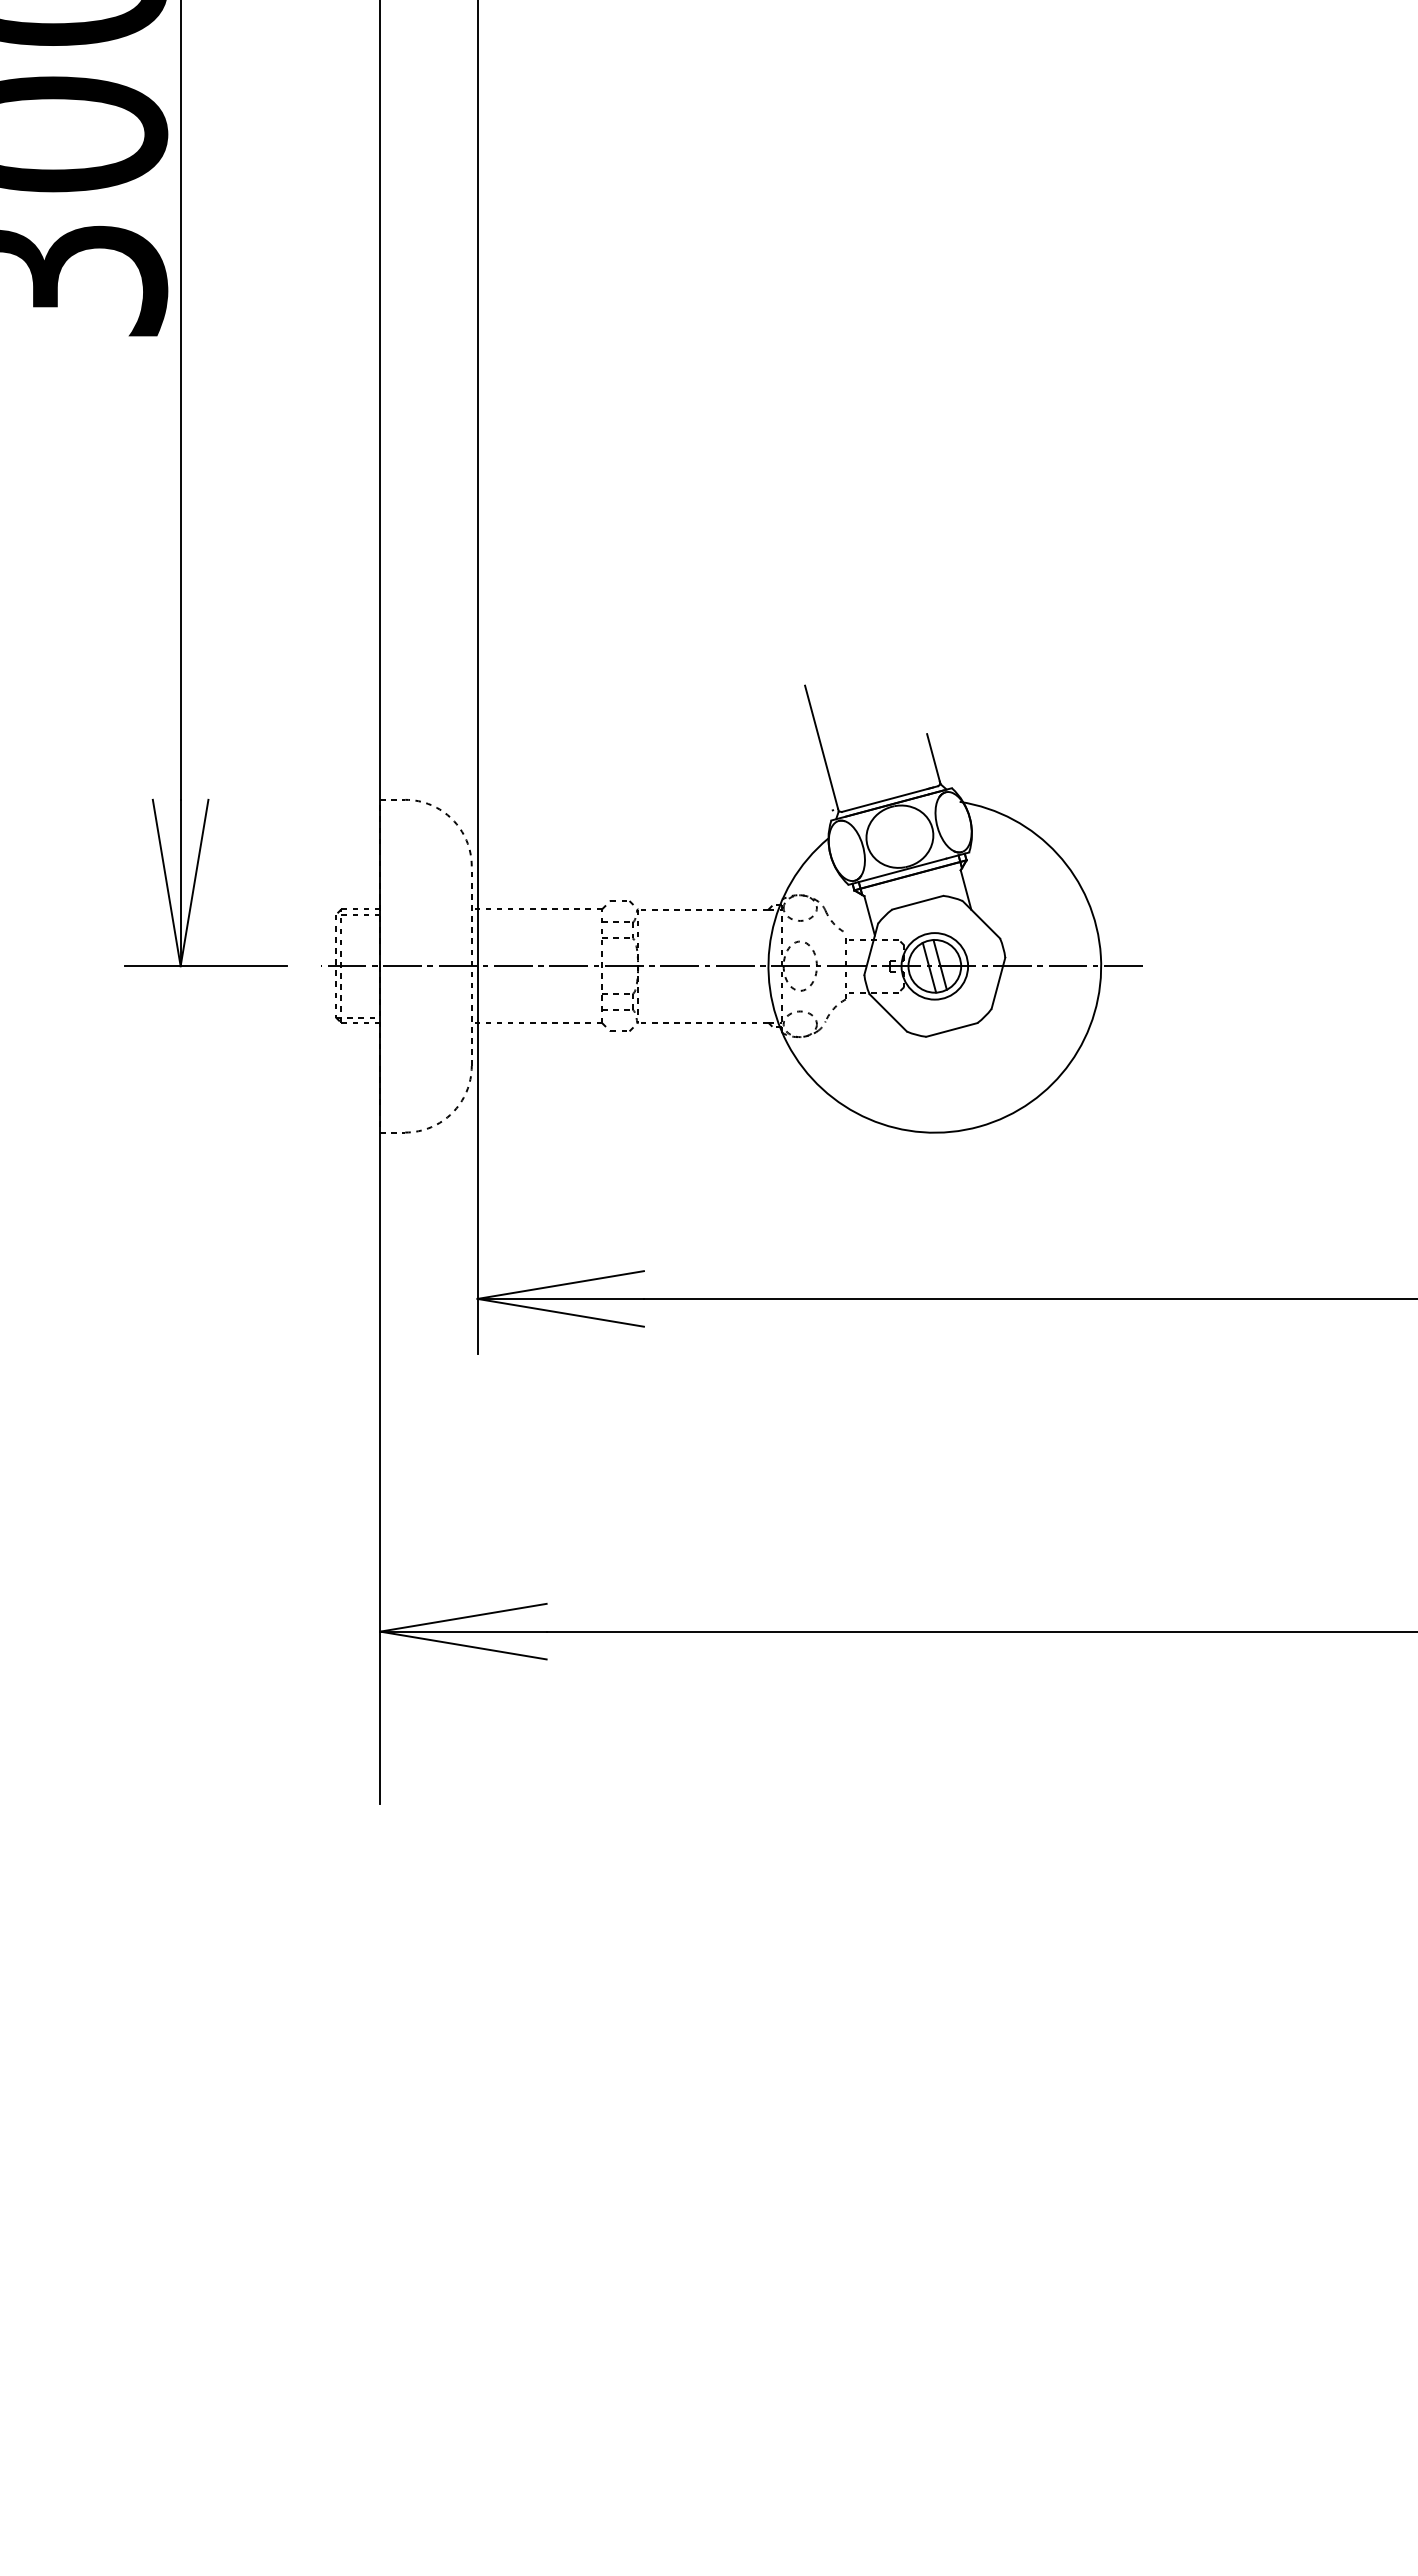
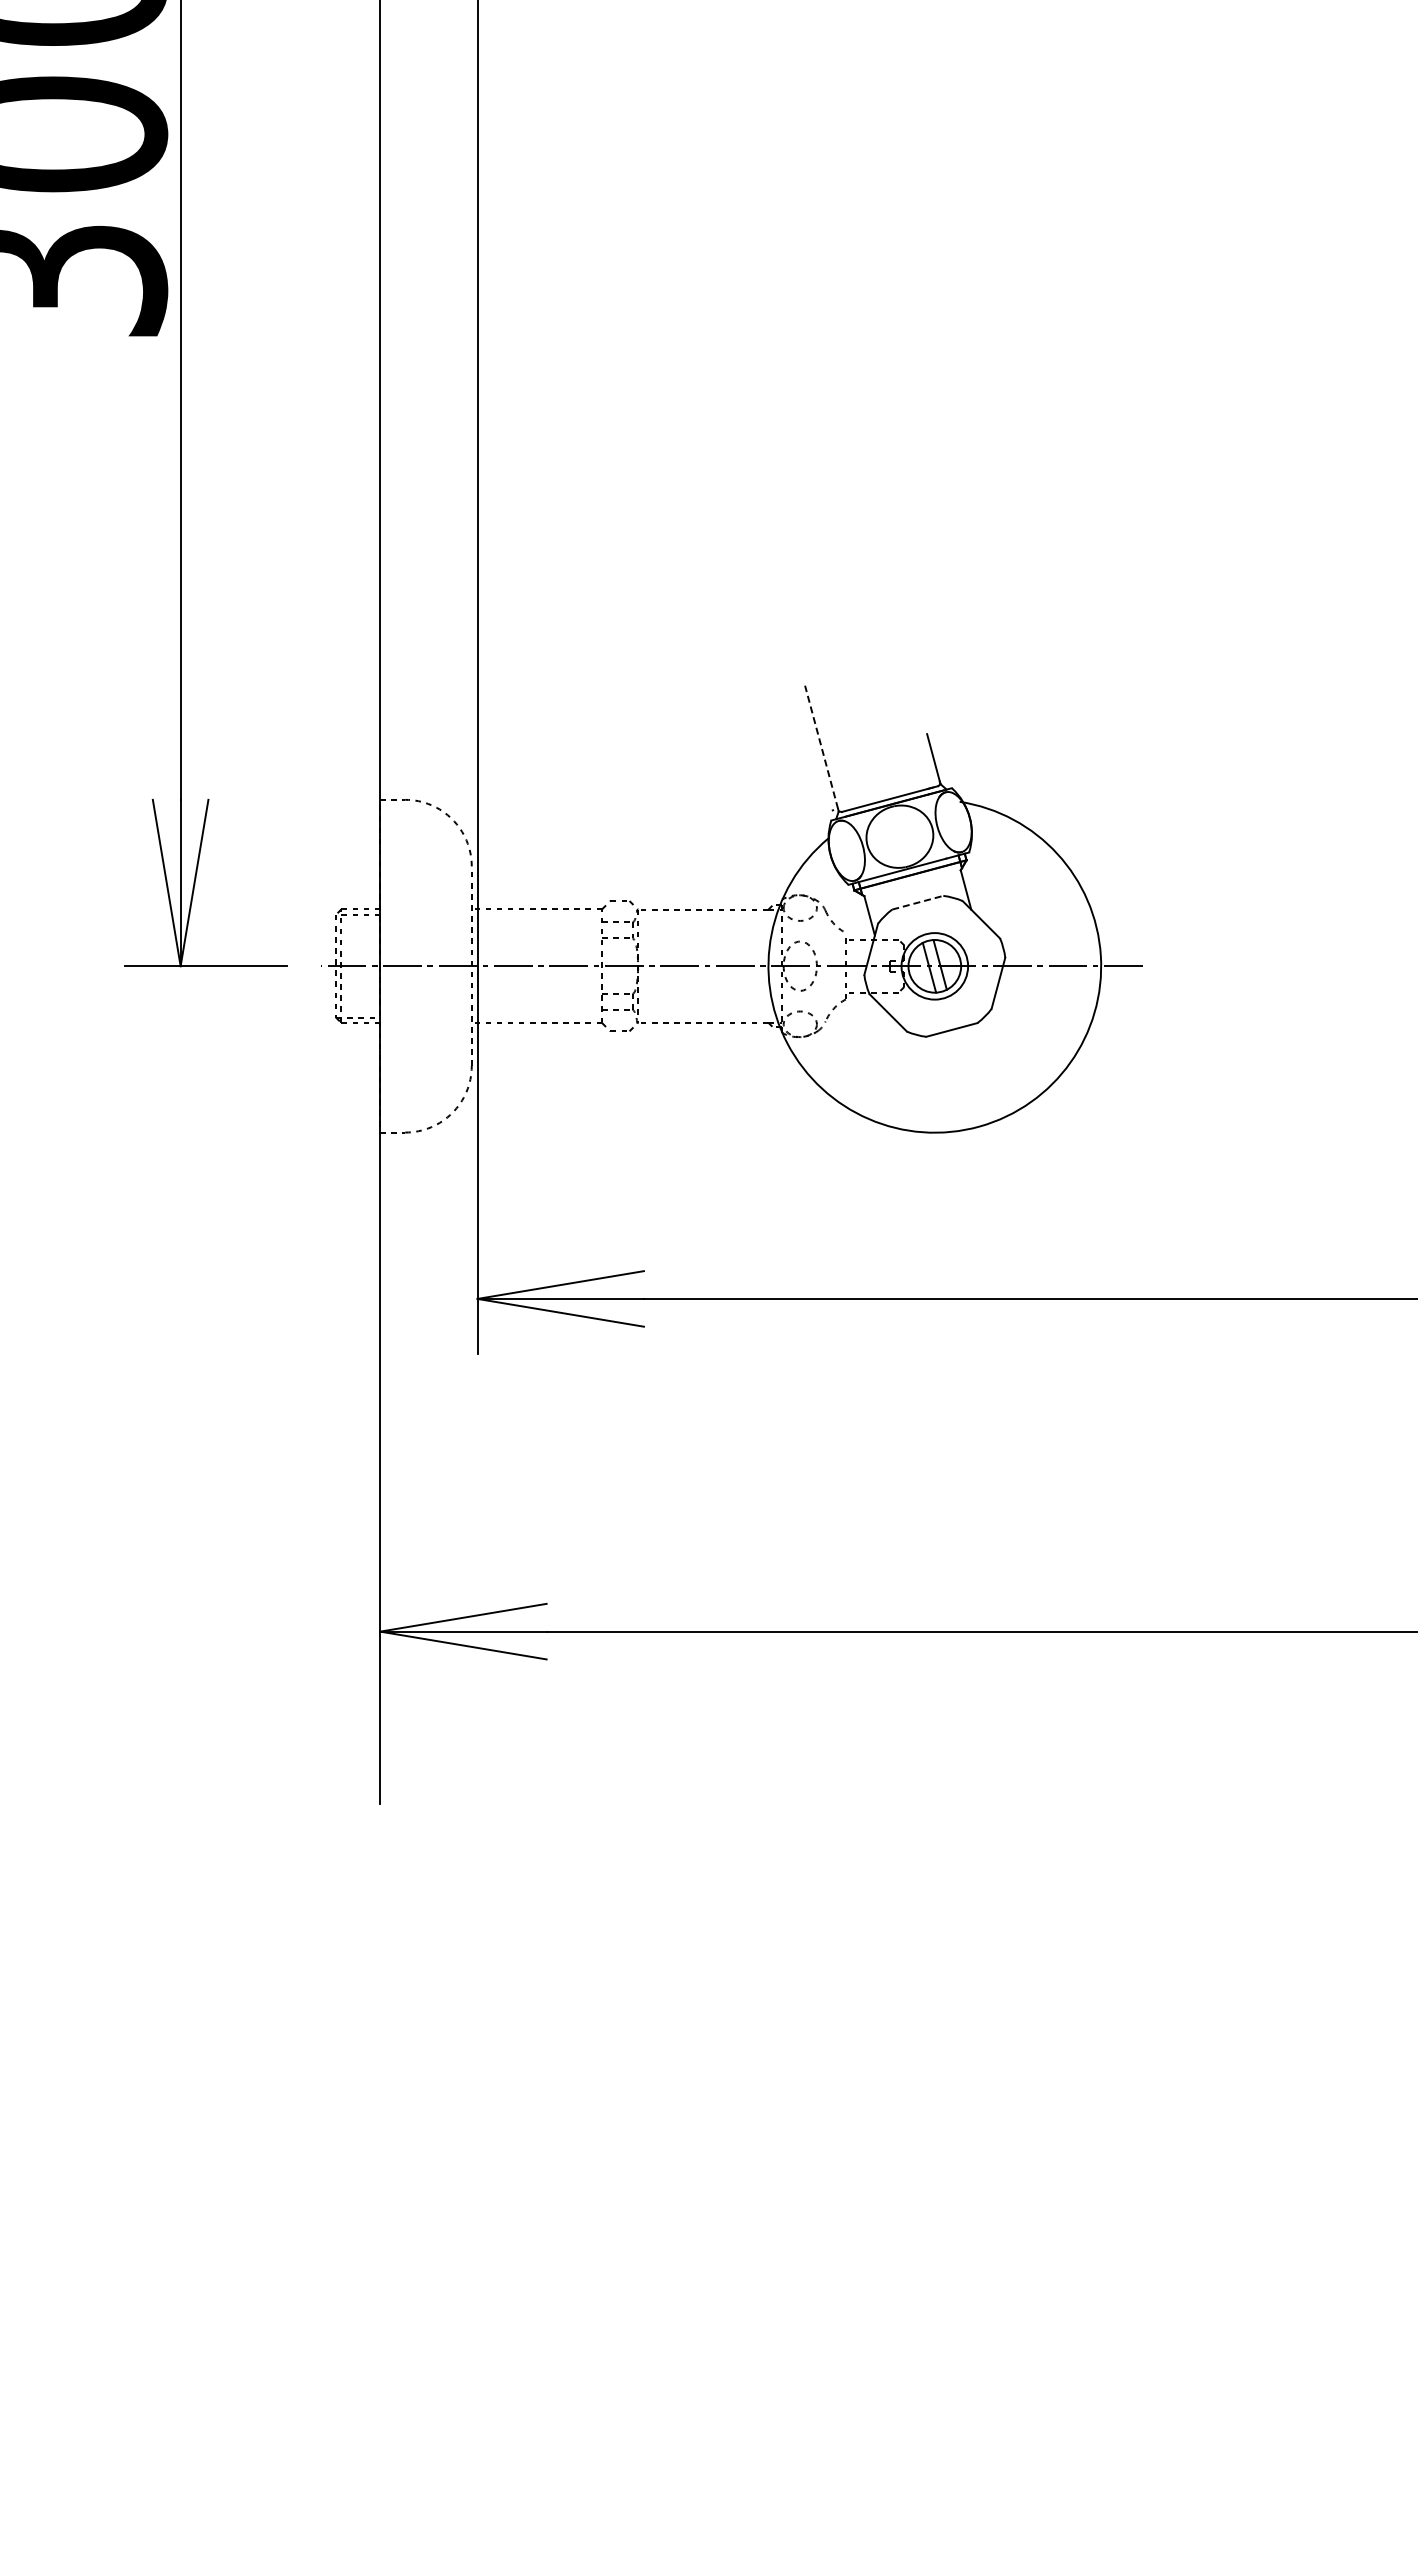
line at (821, 747): solid -> dashed
line at (918, 902): solid -> dashed
